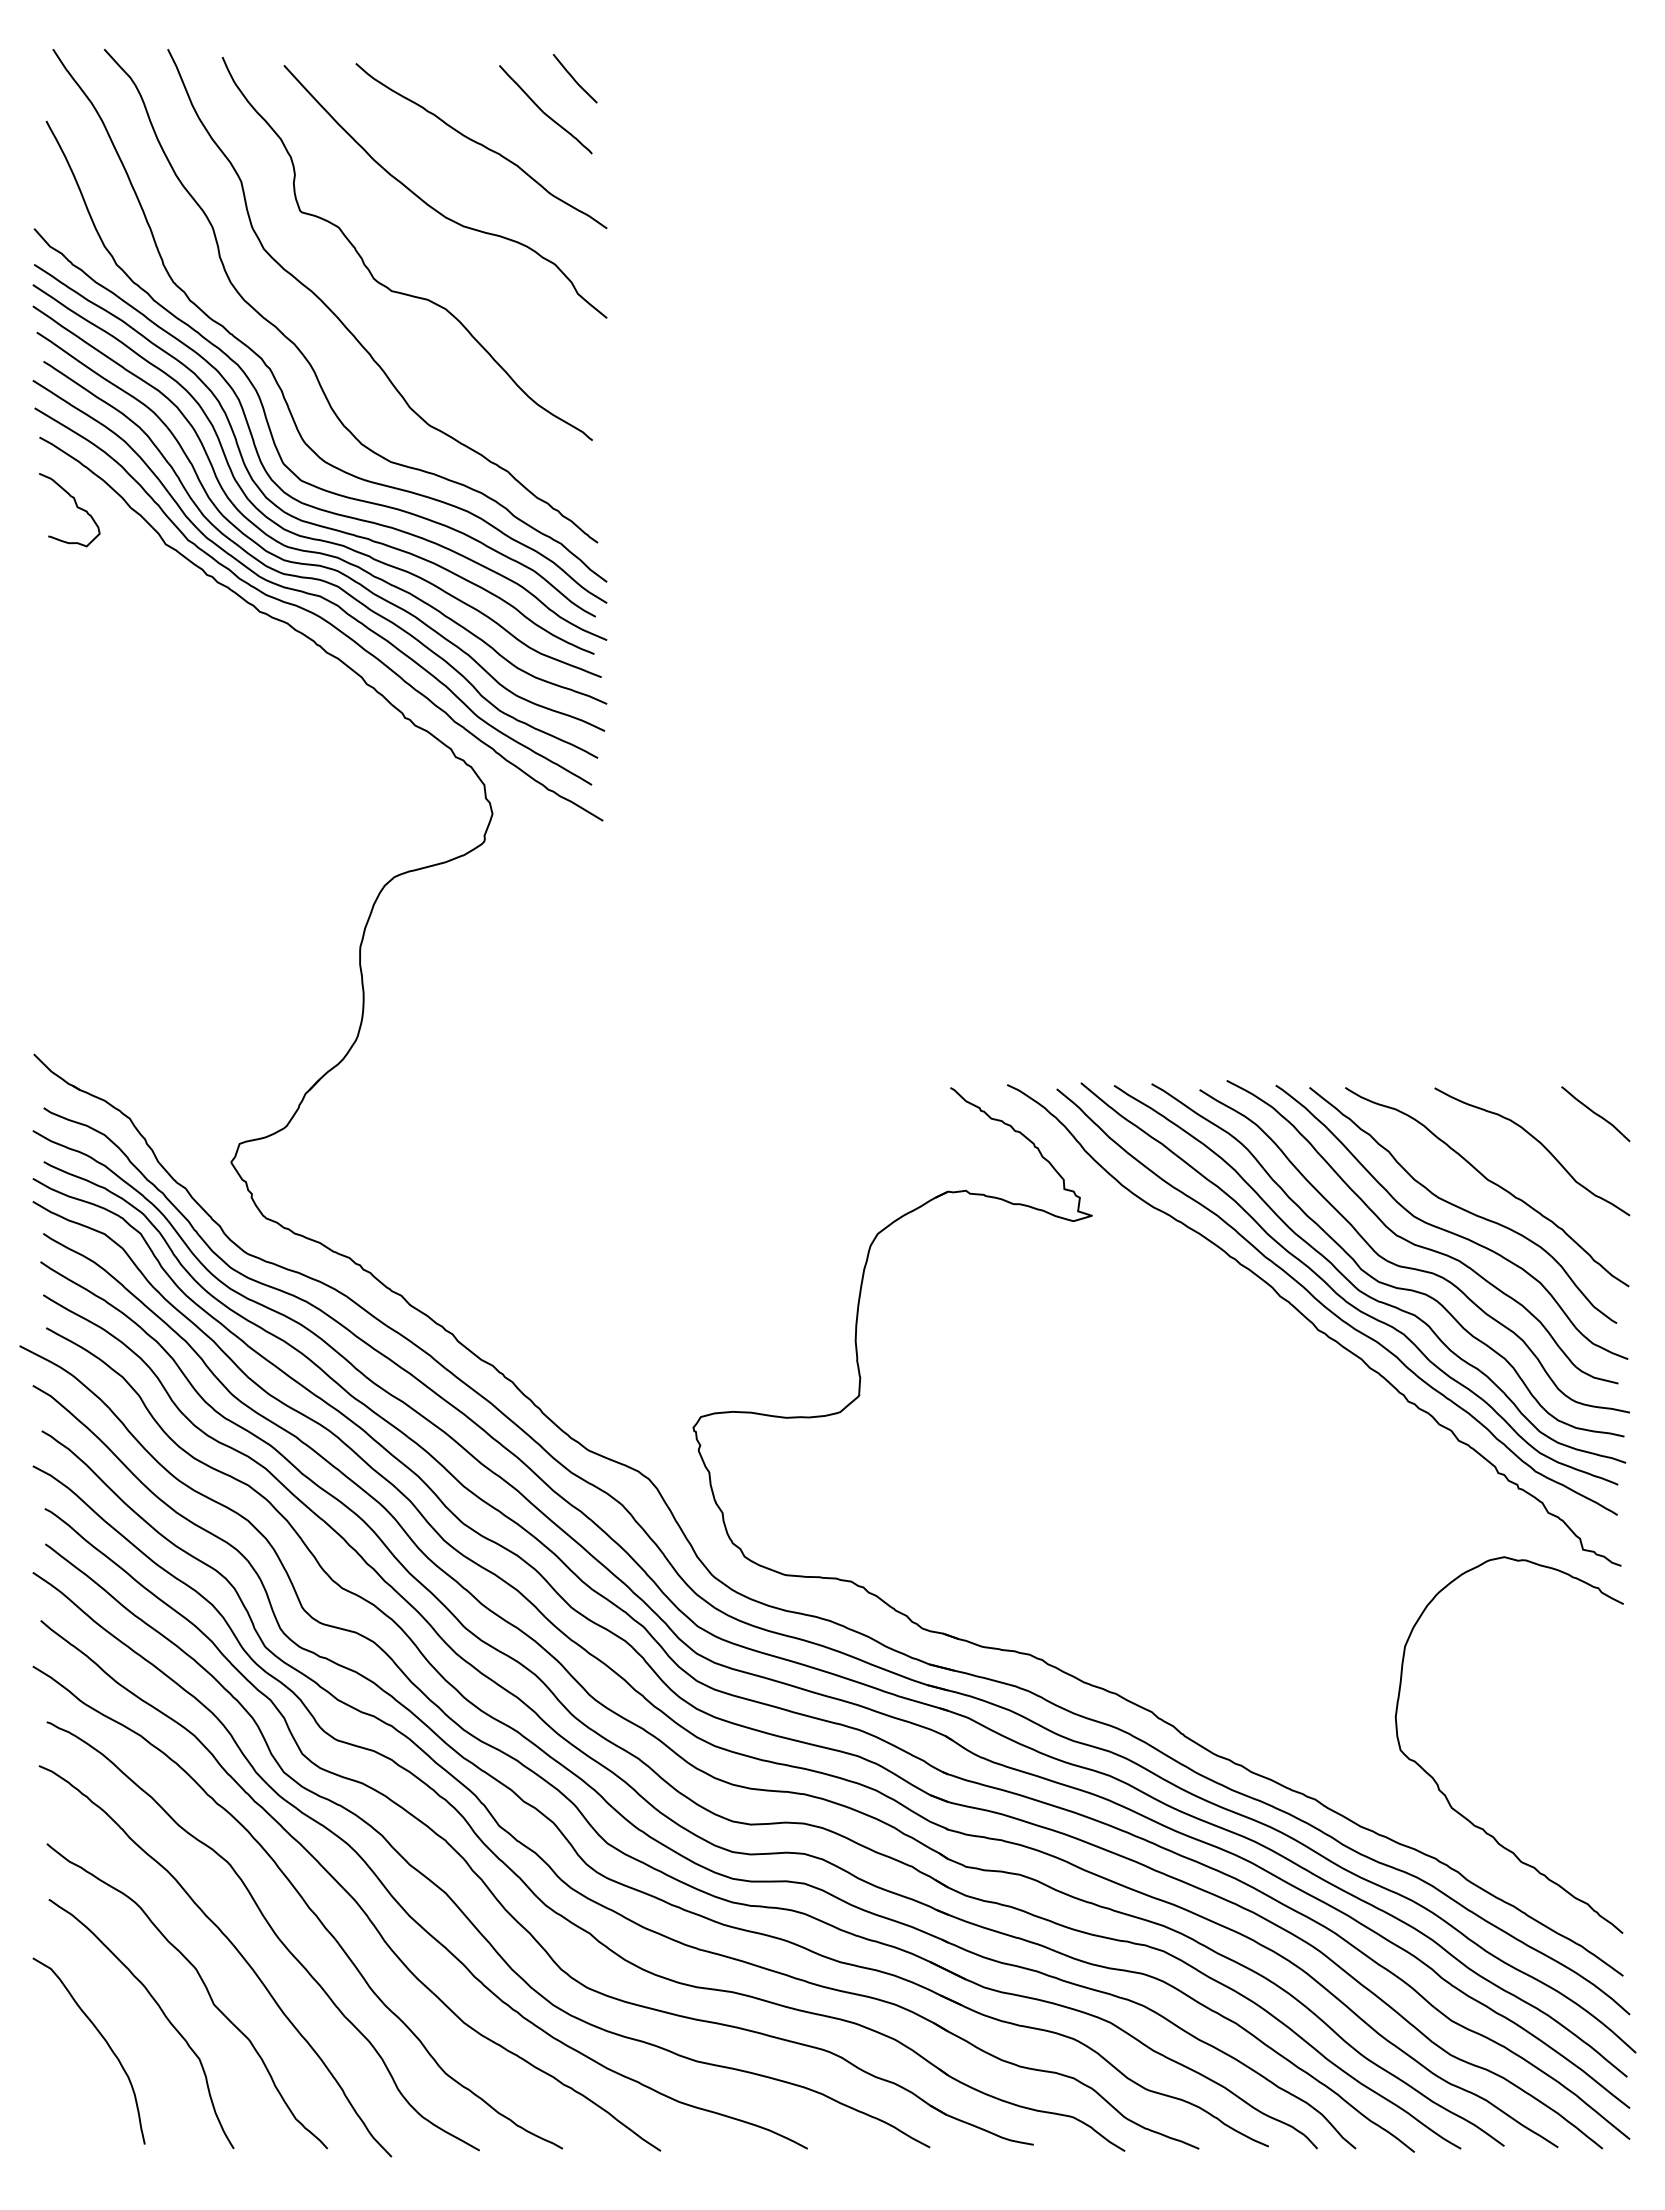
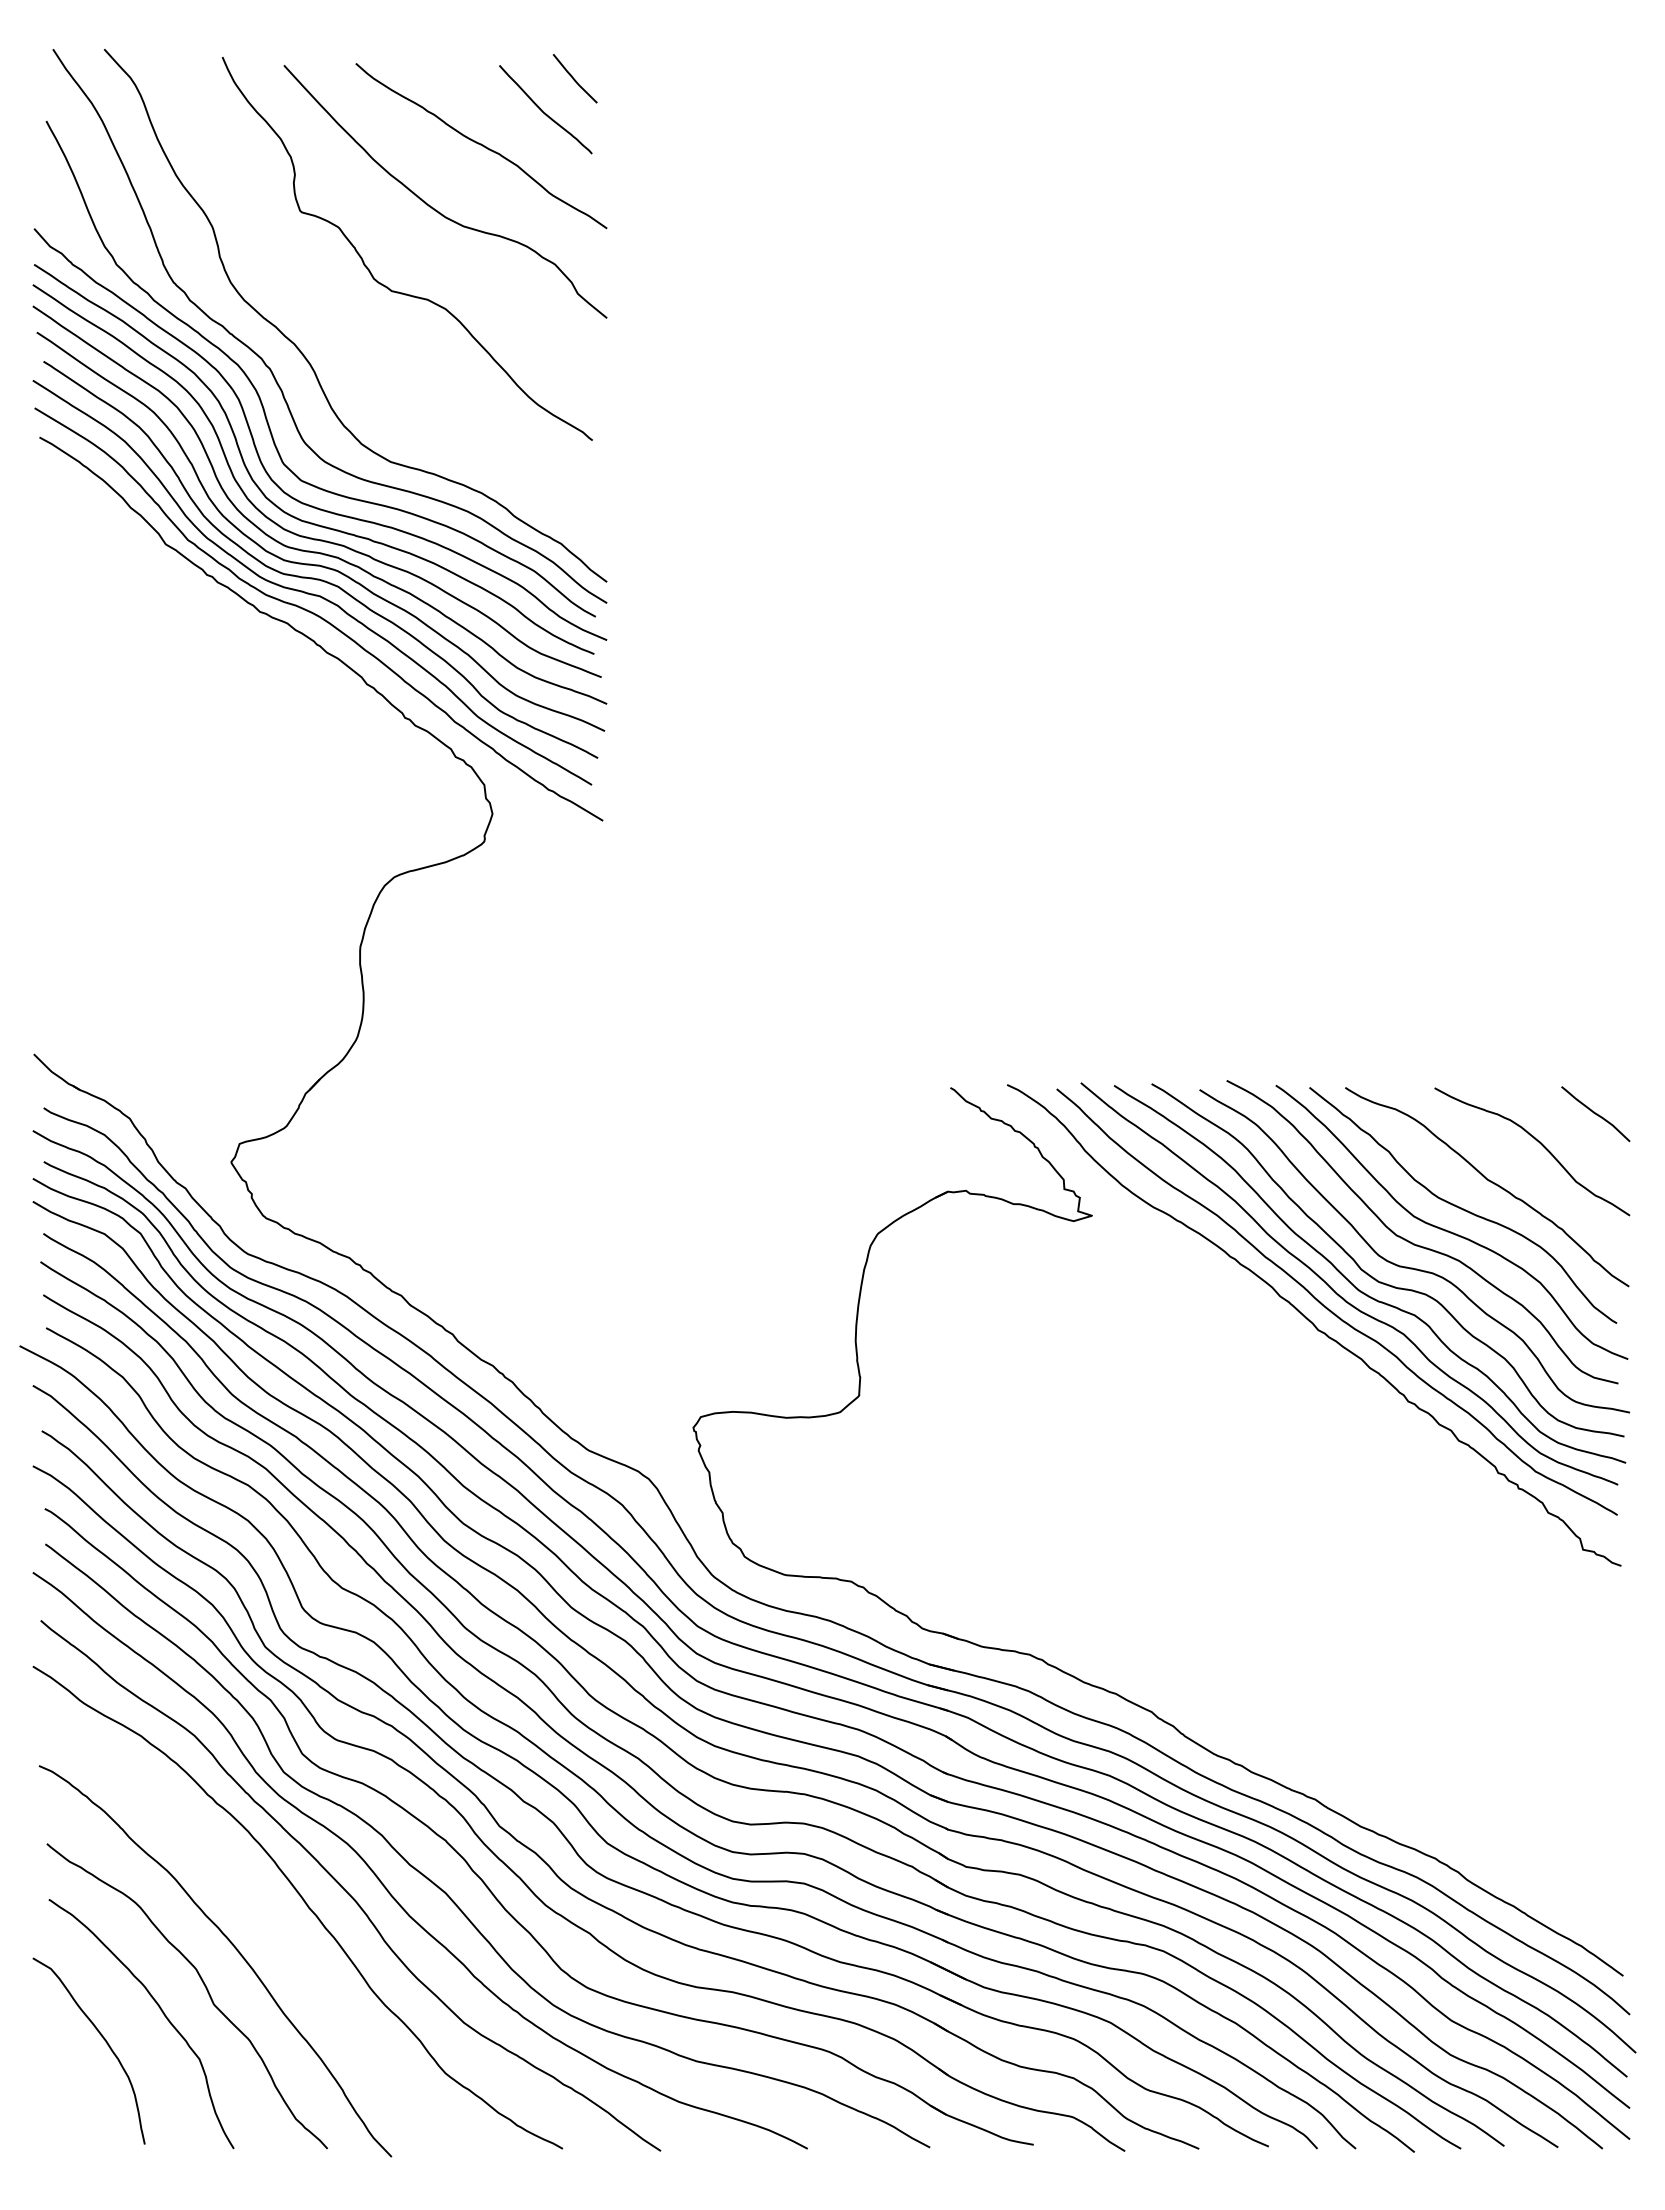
curve at (349, 329): present -> none
curve at (76, 507): present -> none
curve at (1446, 1795): present -> none
curve at (271, 1930): present -> none
